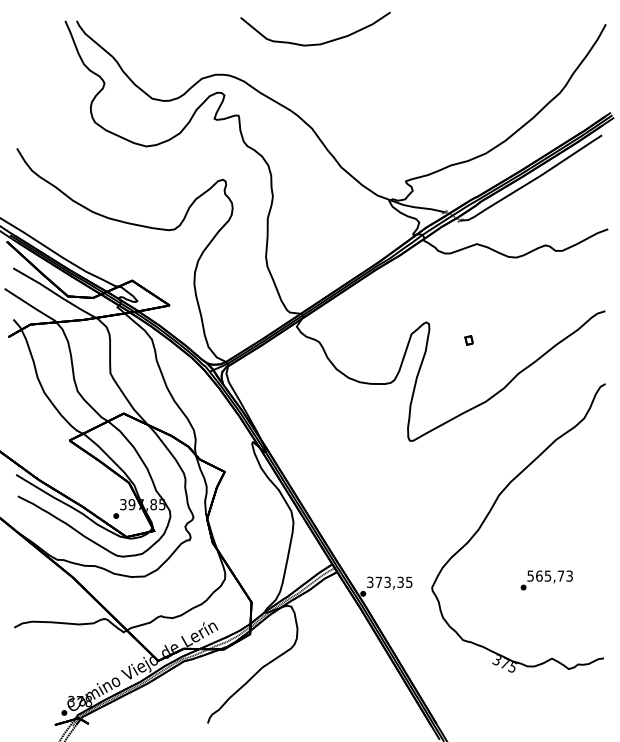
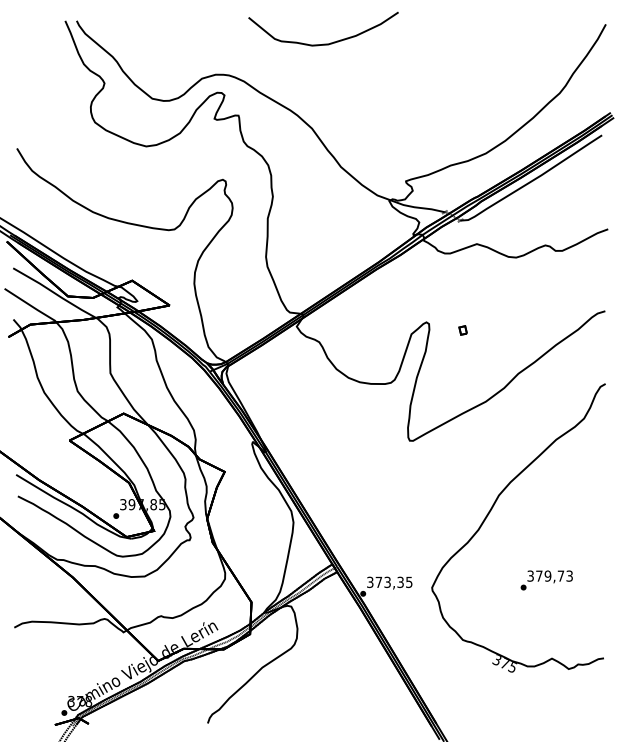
curve at (315, 43) position: (315, 43) -> (323, 43)
part at (468, 340) position: (468, 340) -> (462, 330)
text at (539, 575): 565,73 -> 379,73
